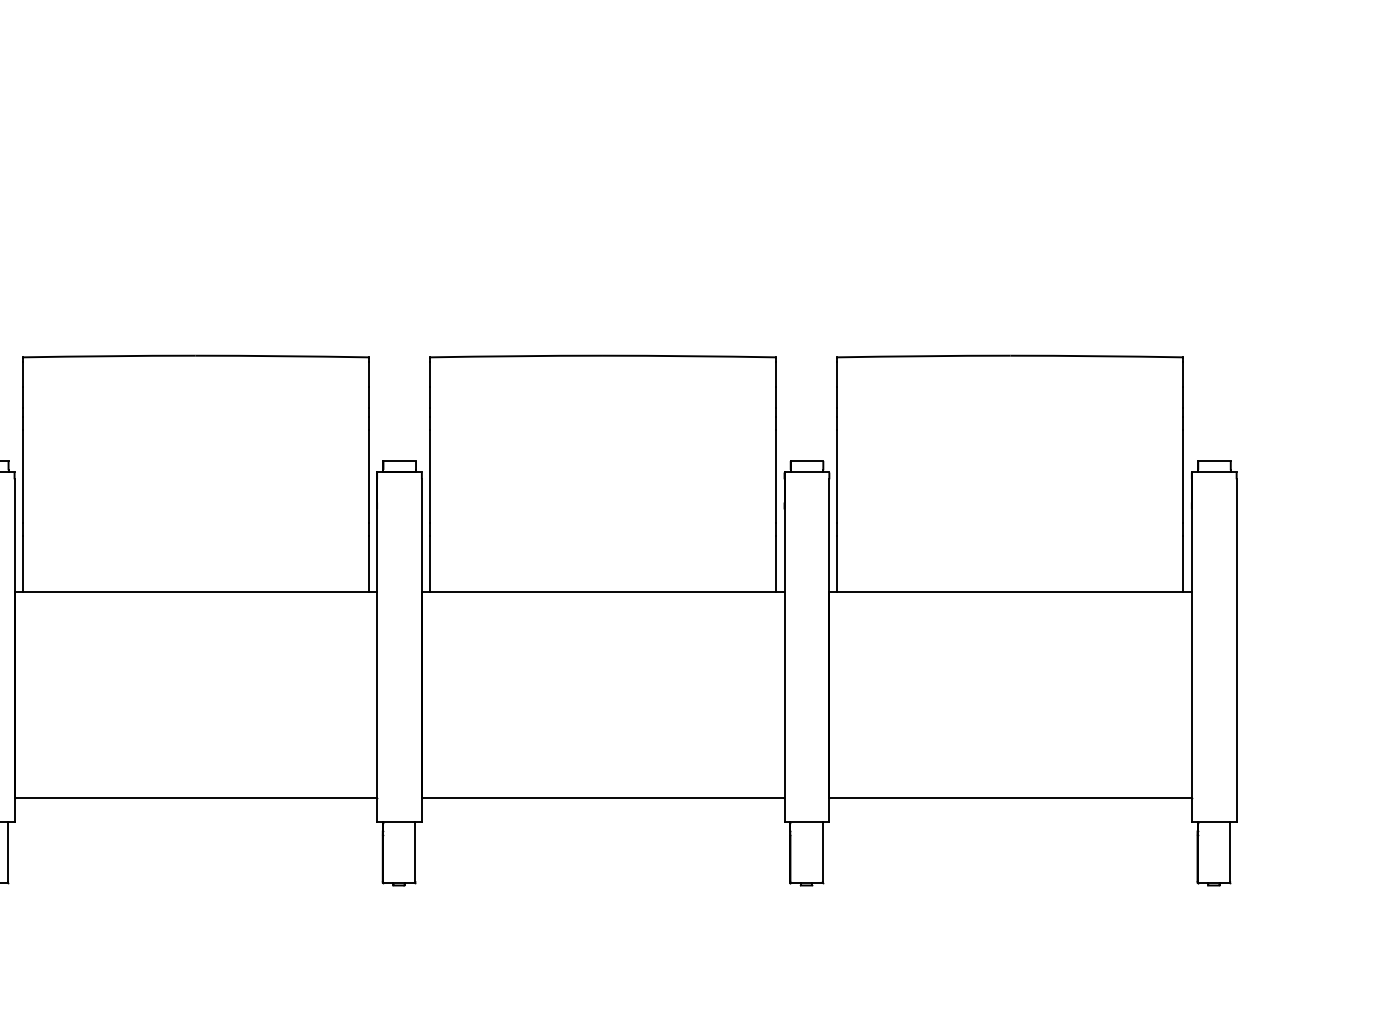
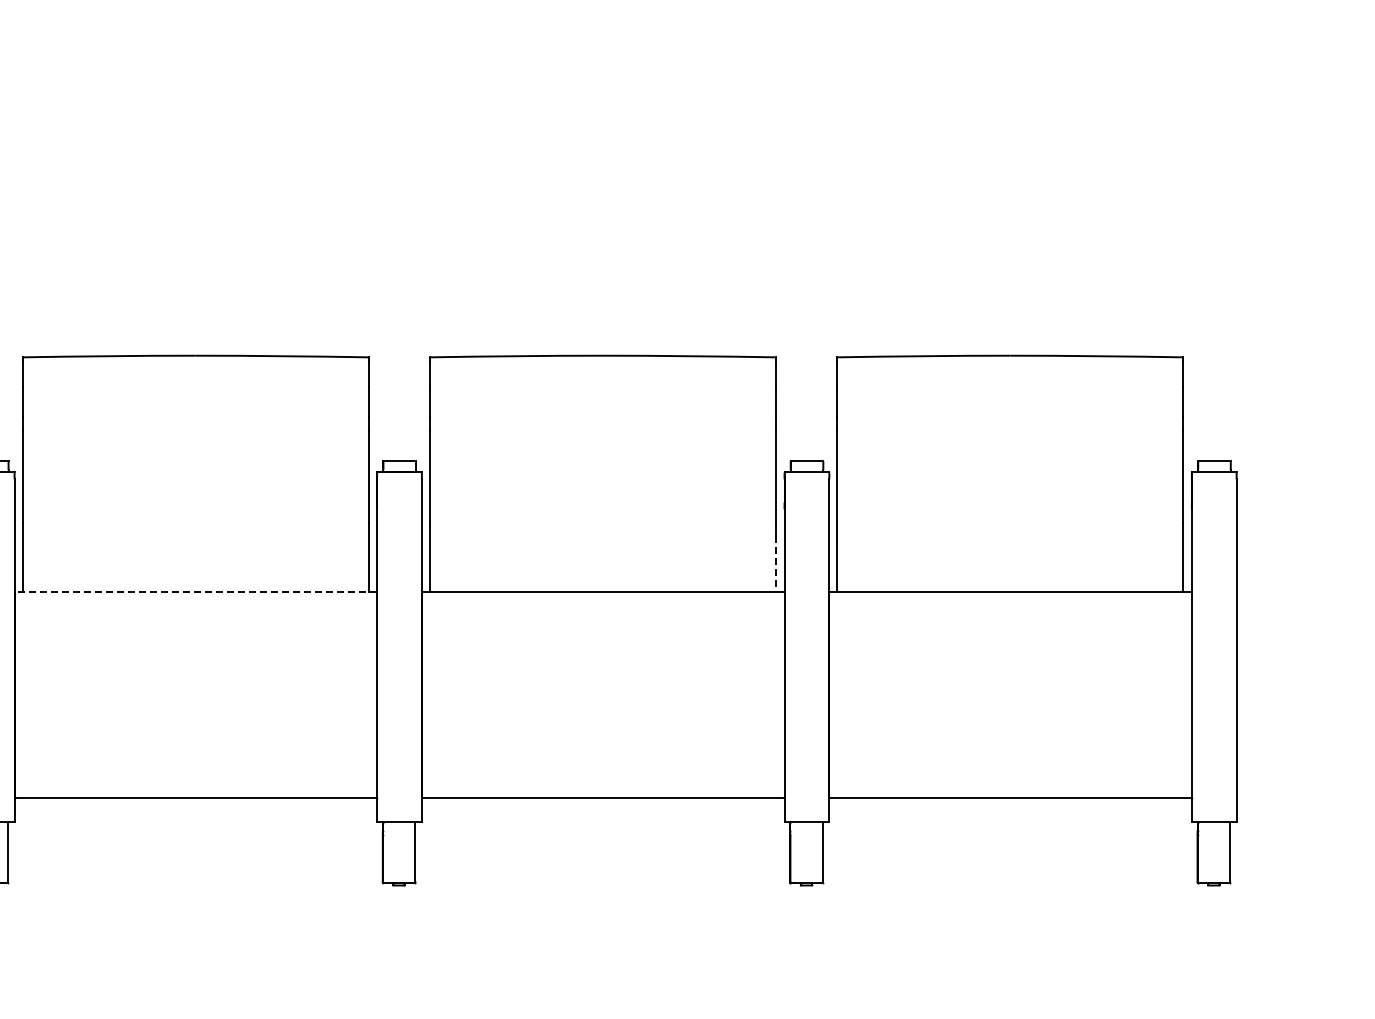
line at (776, 564): solid -> dashed
line at (195, 592): solid -> dashed
